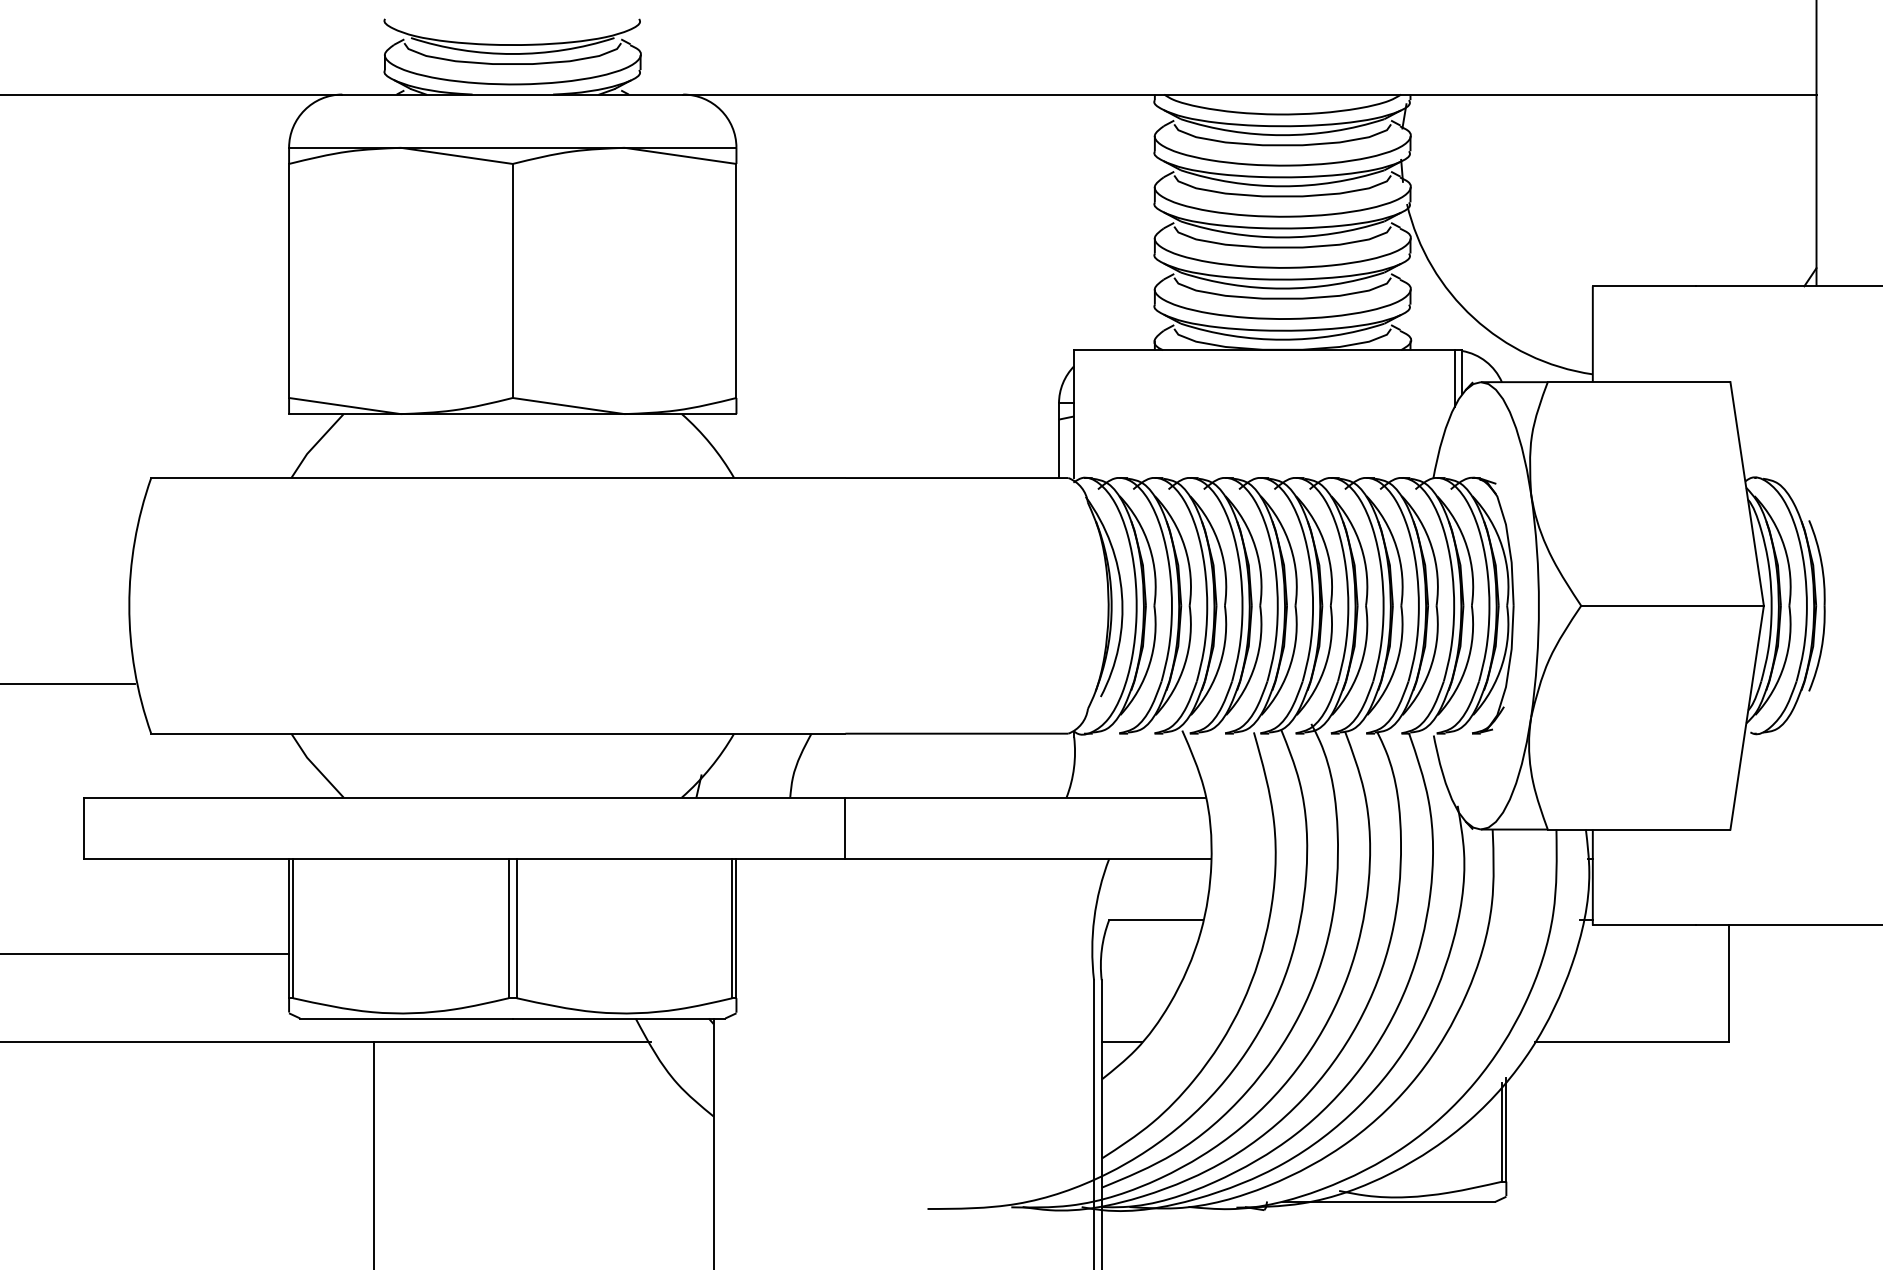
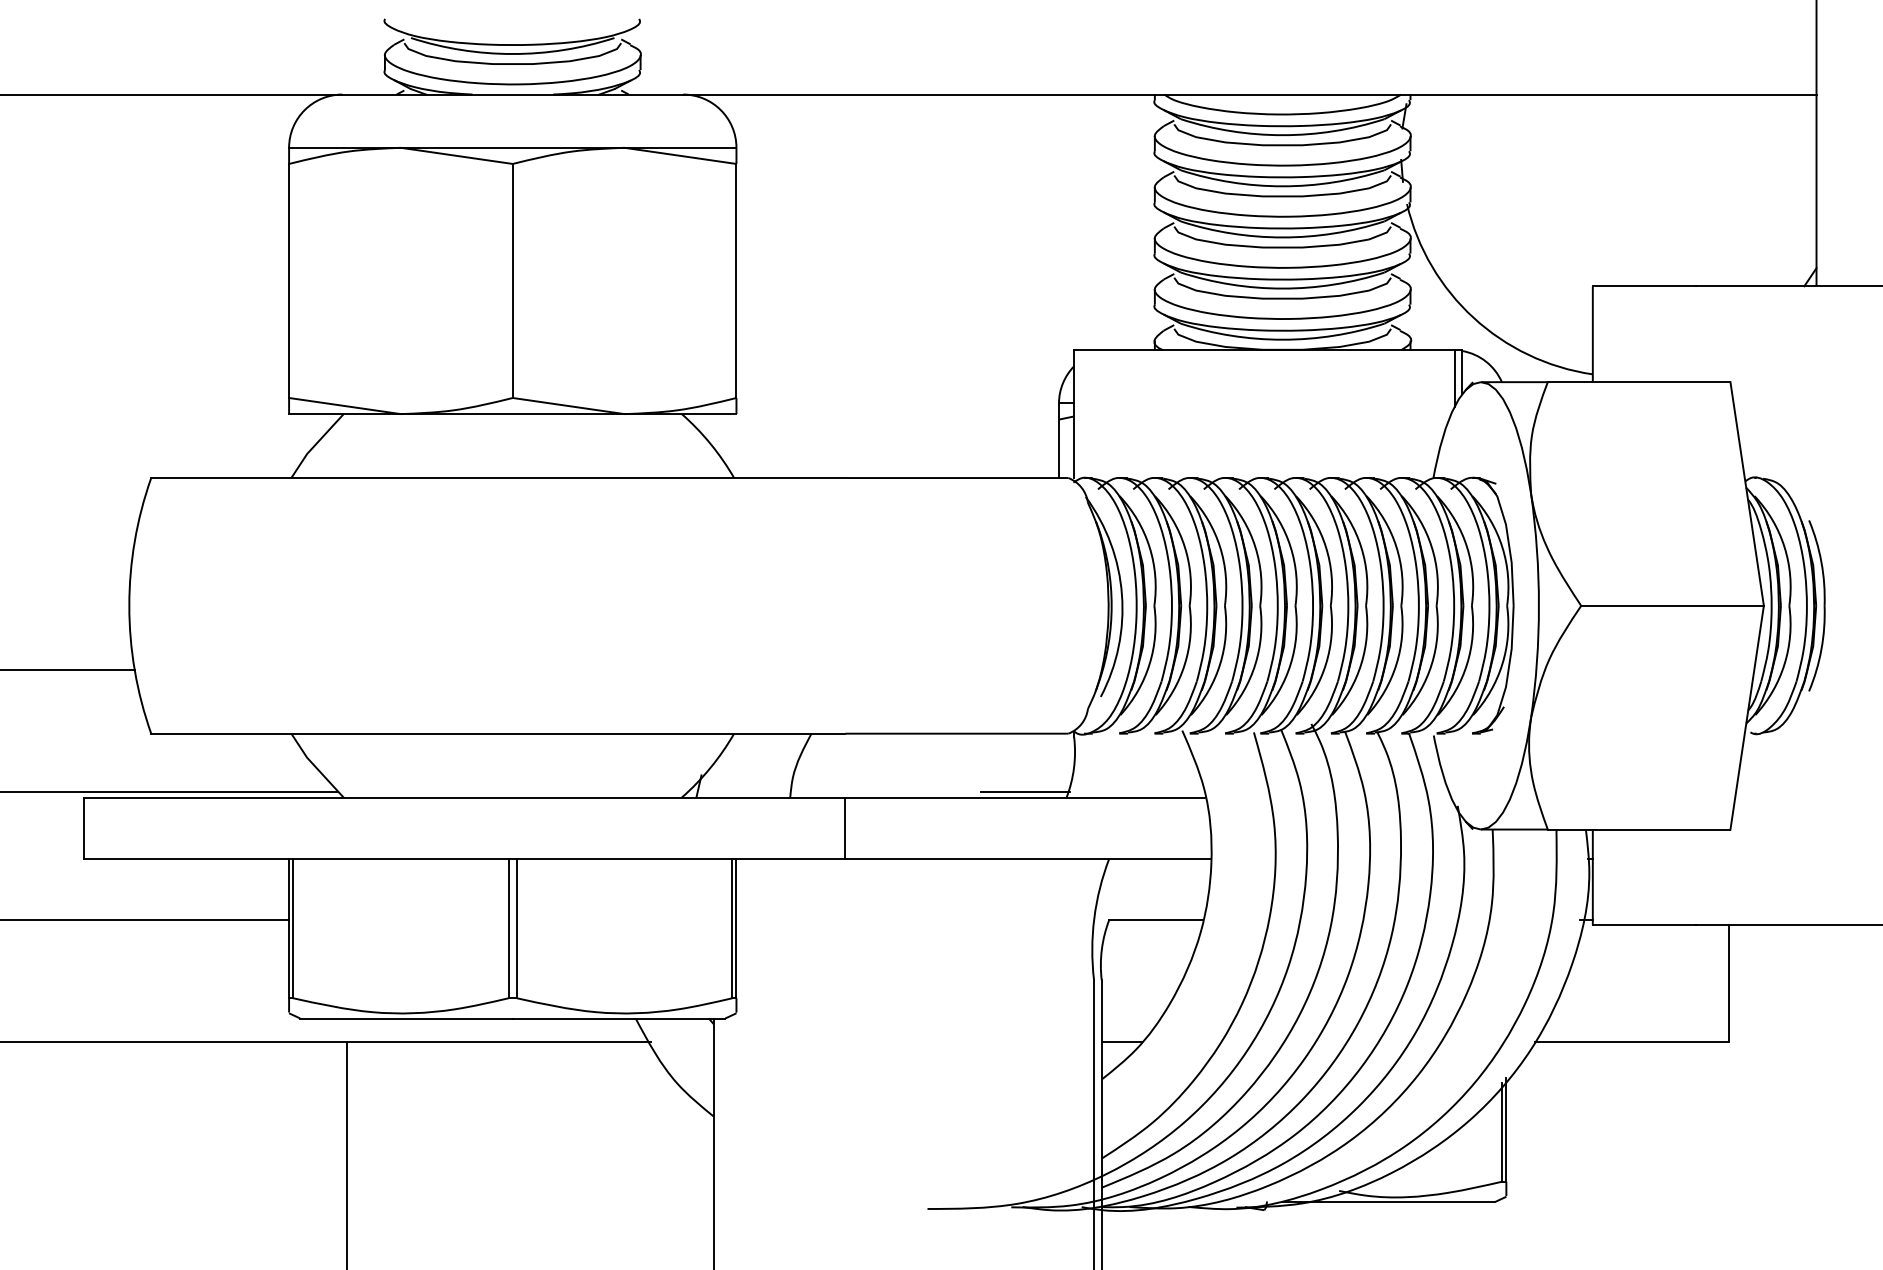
line at (68, 683) position: (68, 683) -> (68, 669)
line at (169, 792): none -> present
line at (1024, 792): none -> present
line at (145, 953) position: (145, 953) -> (145, 919)
line at (373, 1154) position: (373, 1154) -> (346, 1154)
